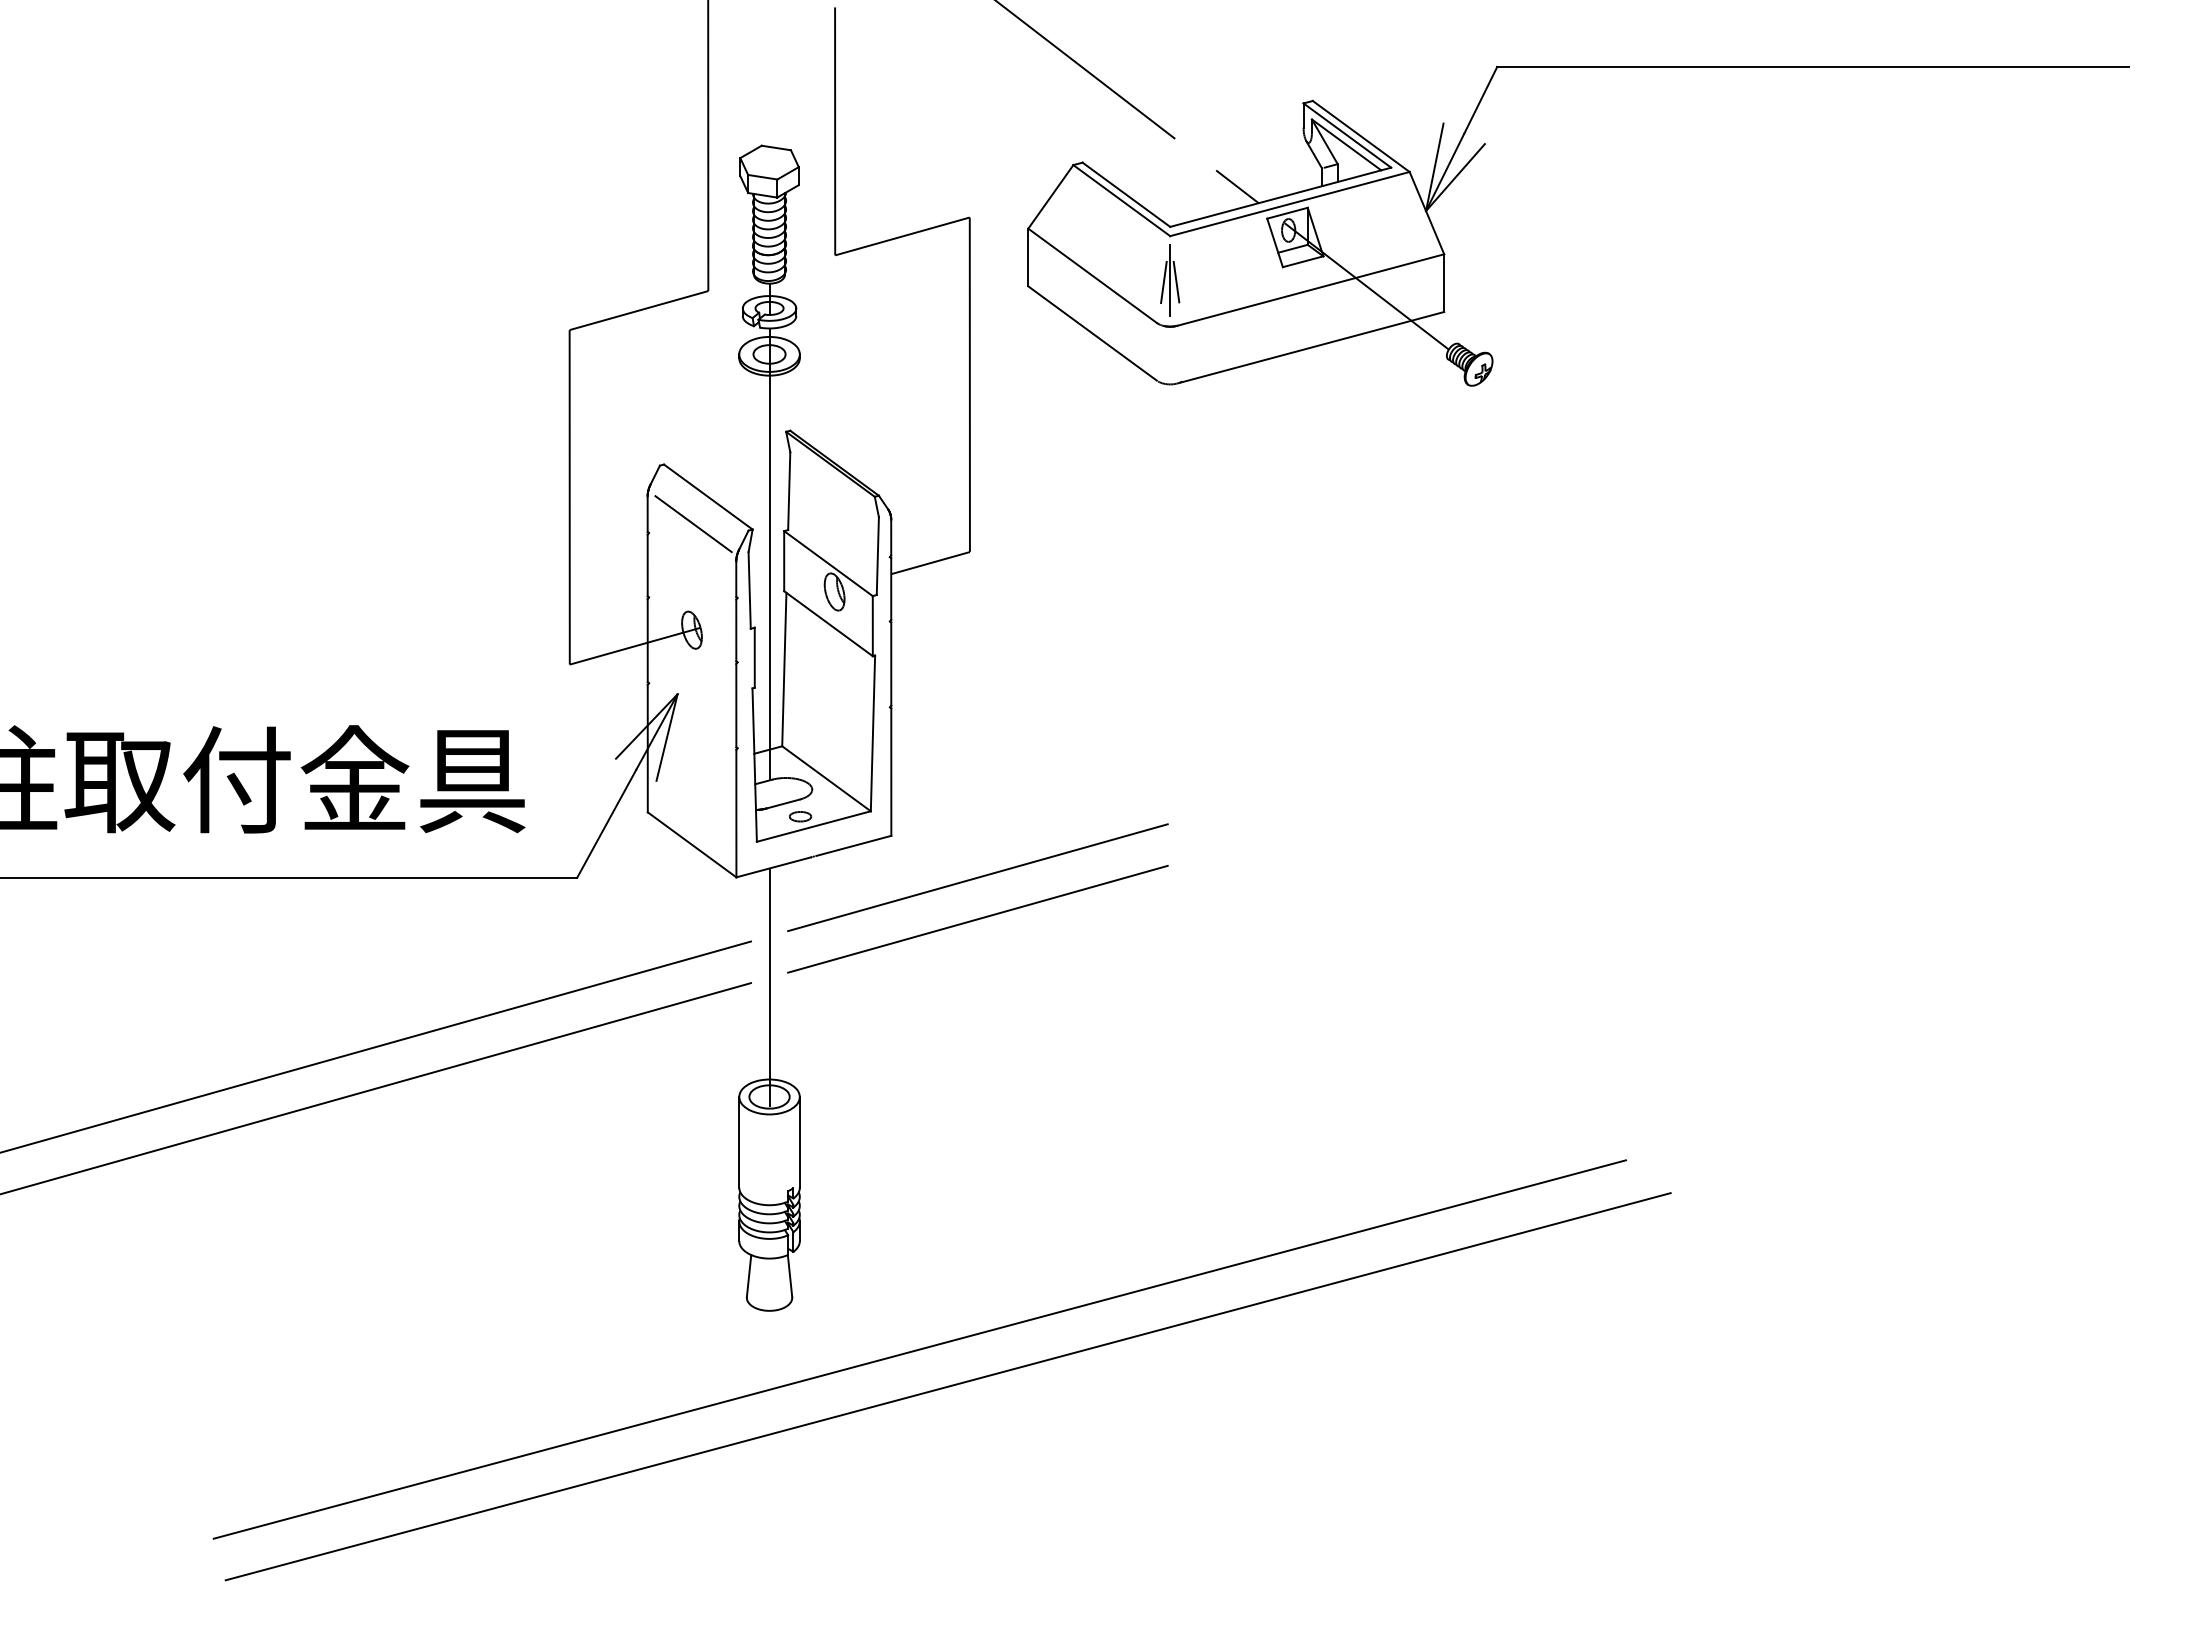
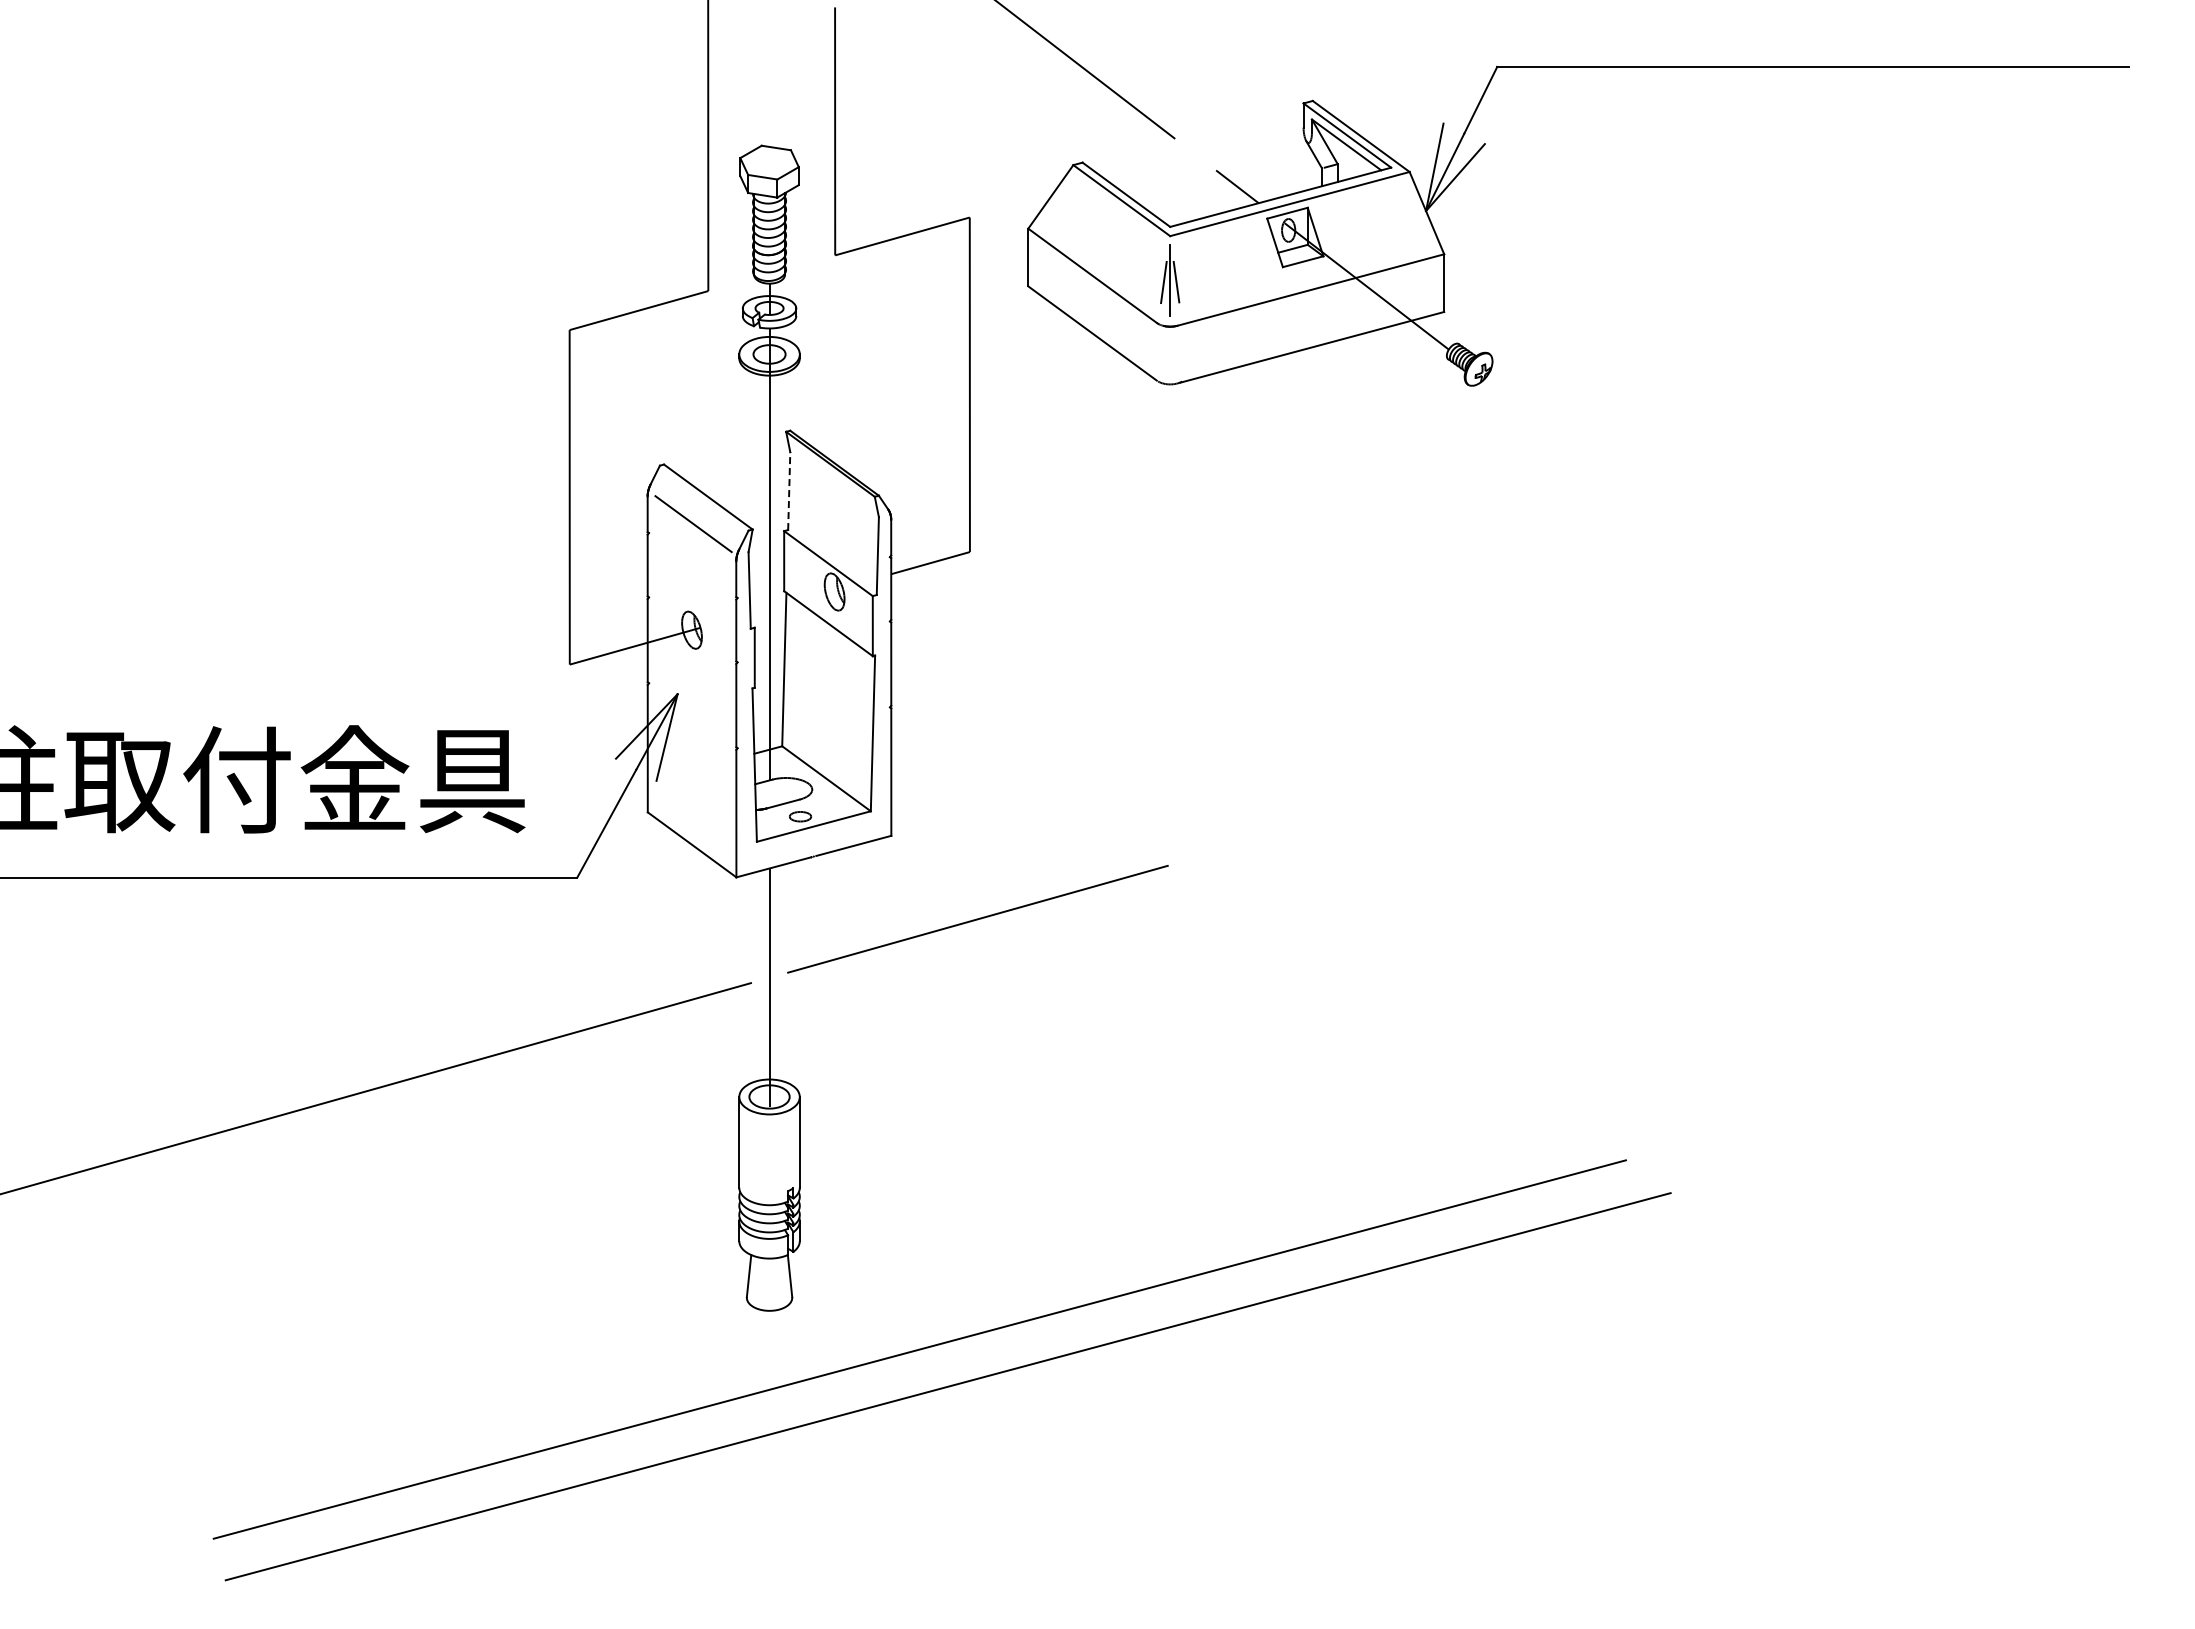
line at (789, 491): solid -> dashed
line at (977, 877): present -> none
line at (376, 1046): present -> none
